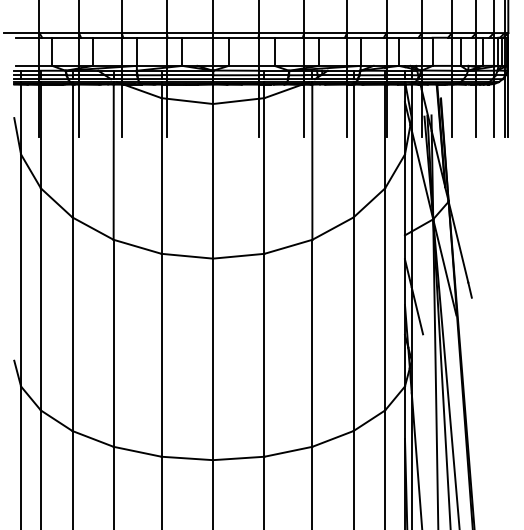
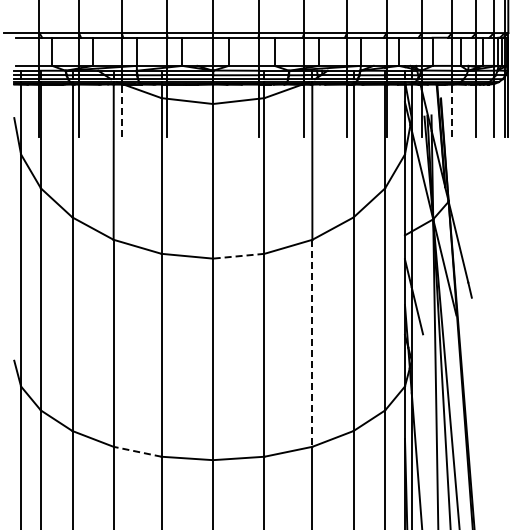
line at (121, 110): solid -> dashed
line at (451, 110): solid -> dashed
line at (238, 256): solid -> dashed
line at (312, 343): solid -> dashed
line at (137, 451): solid -> dashed
